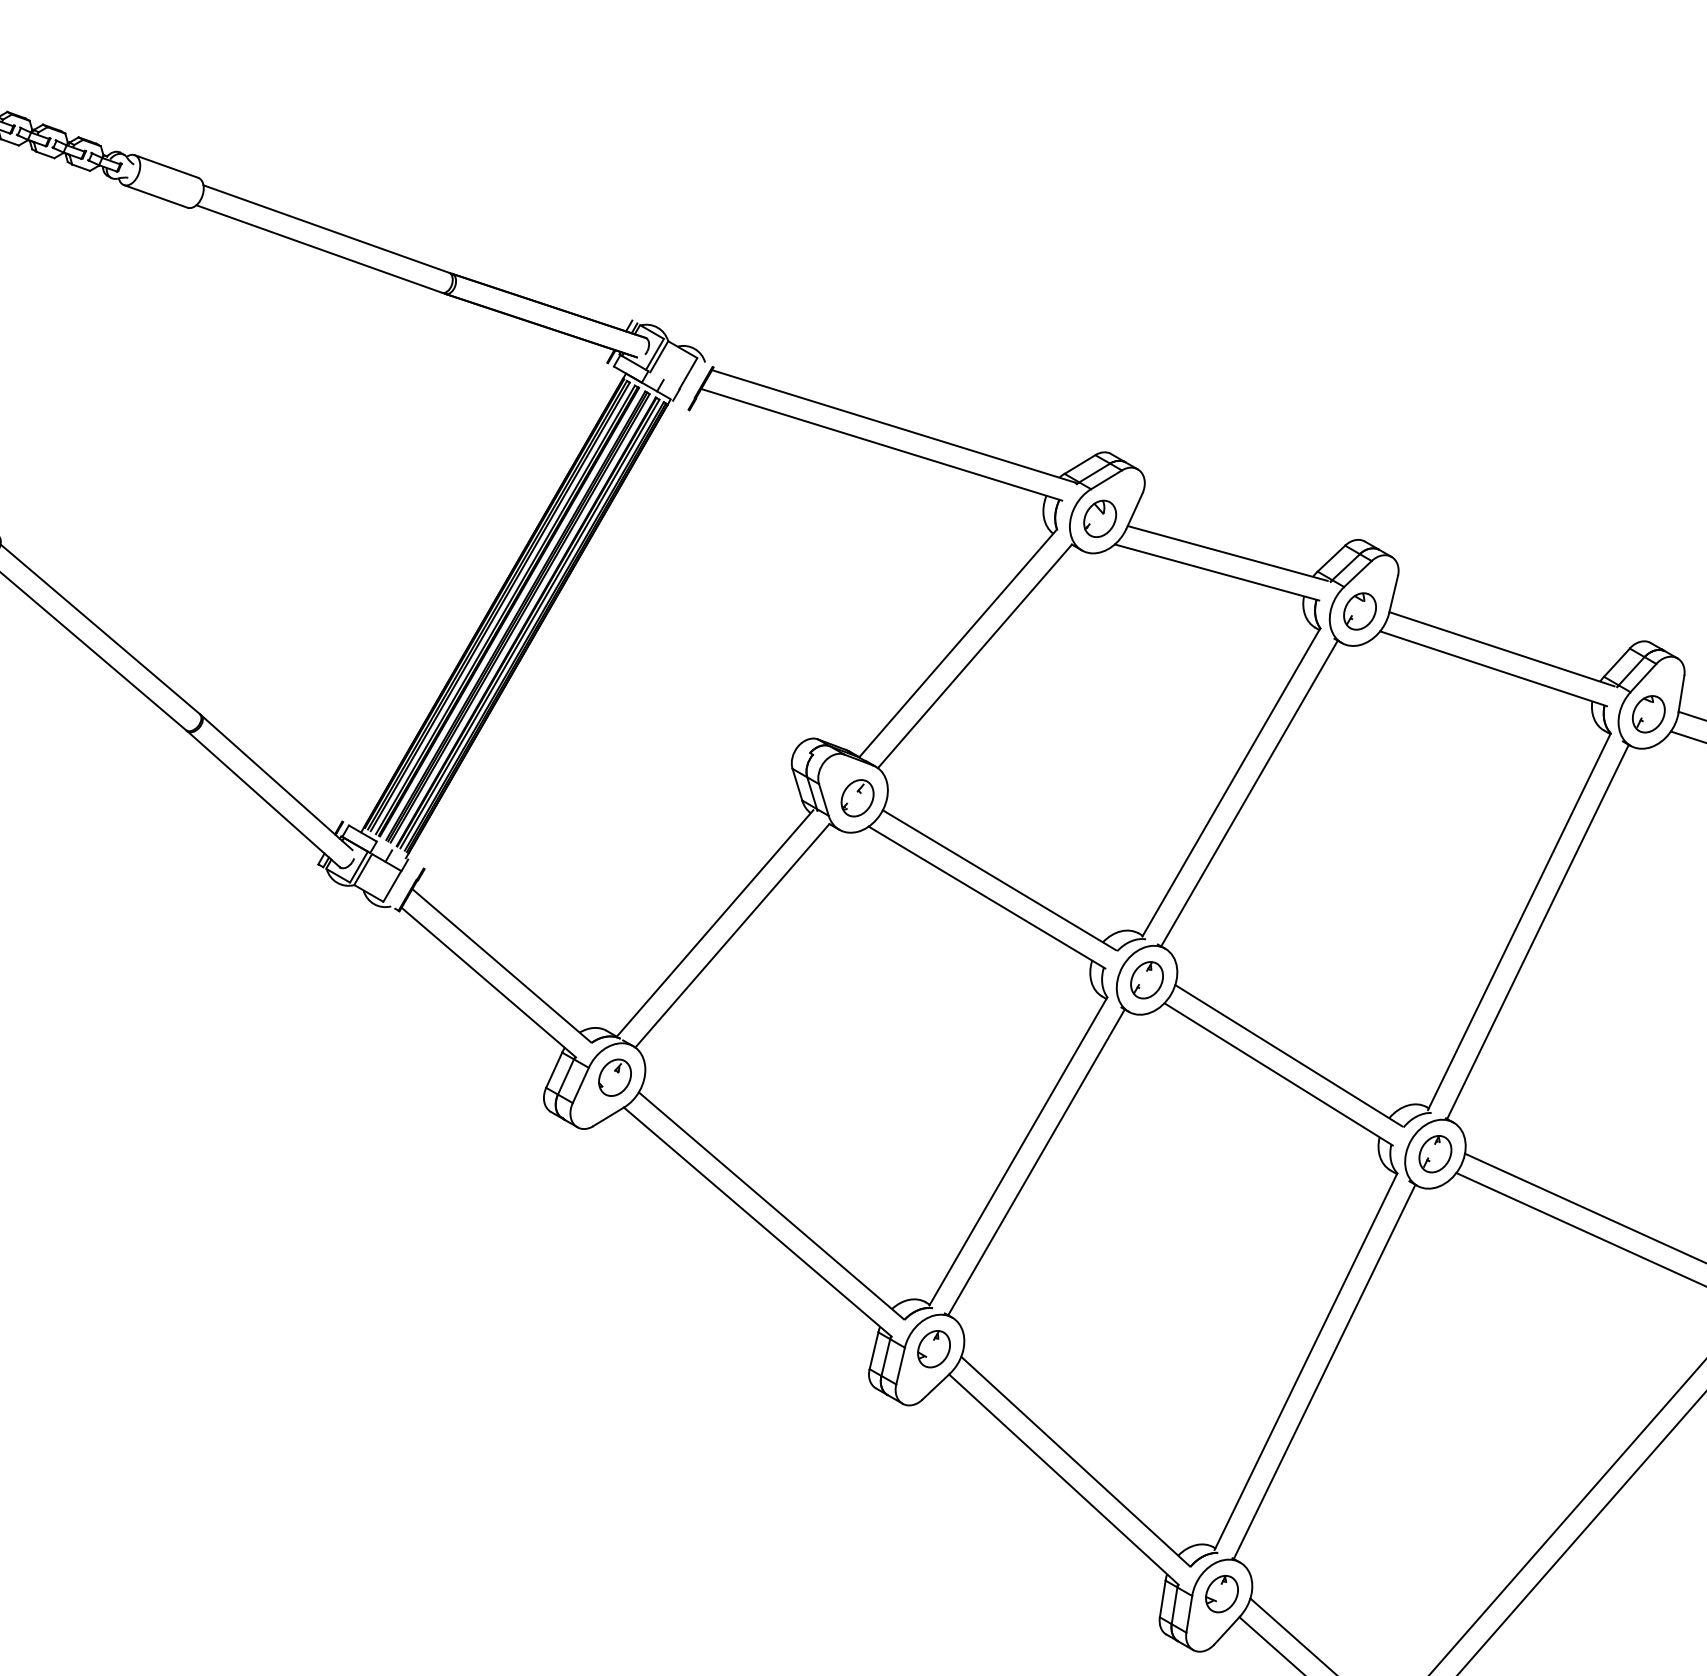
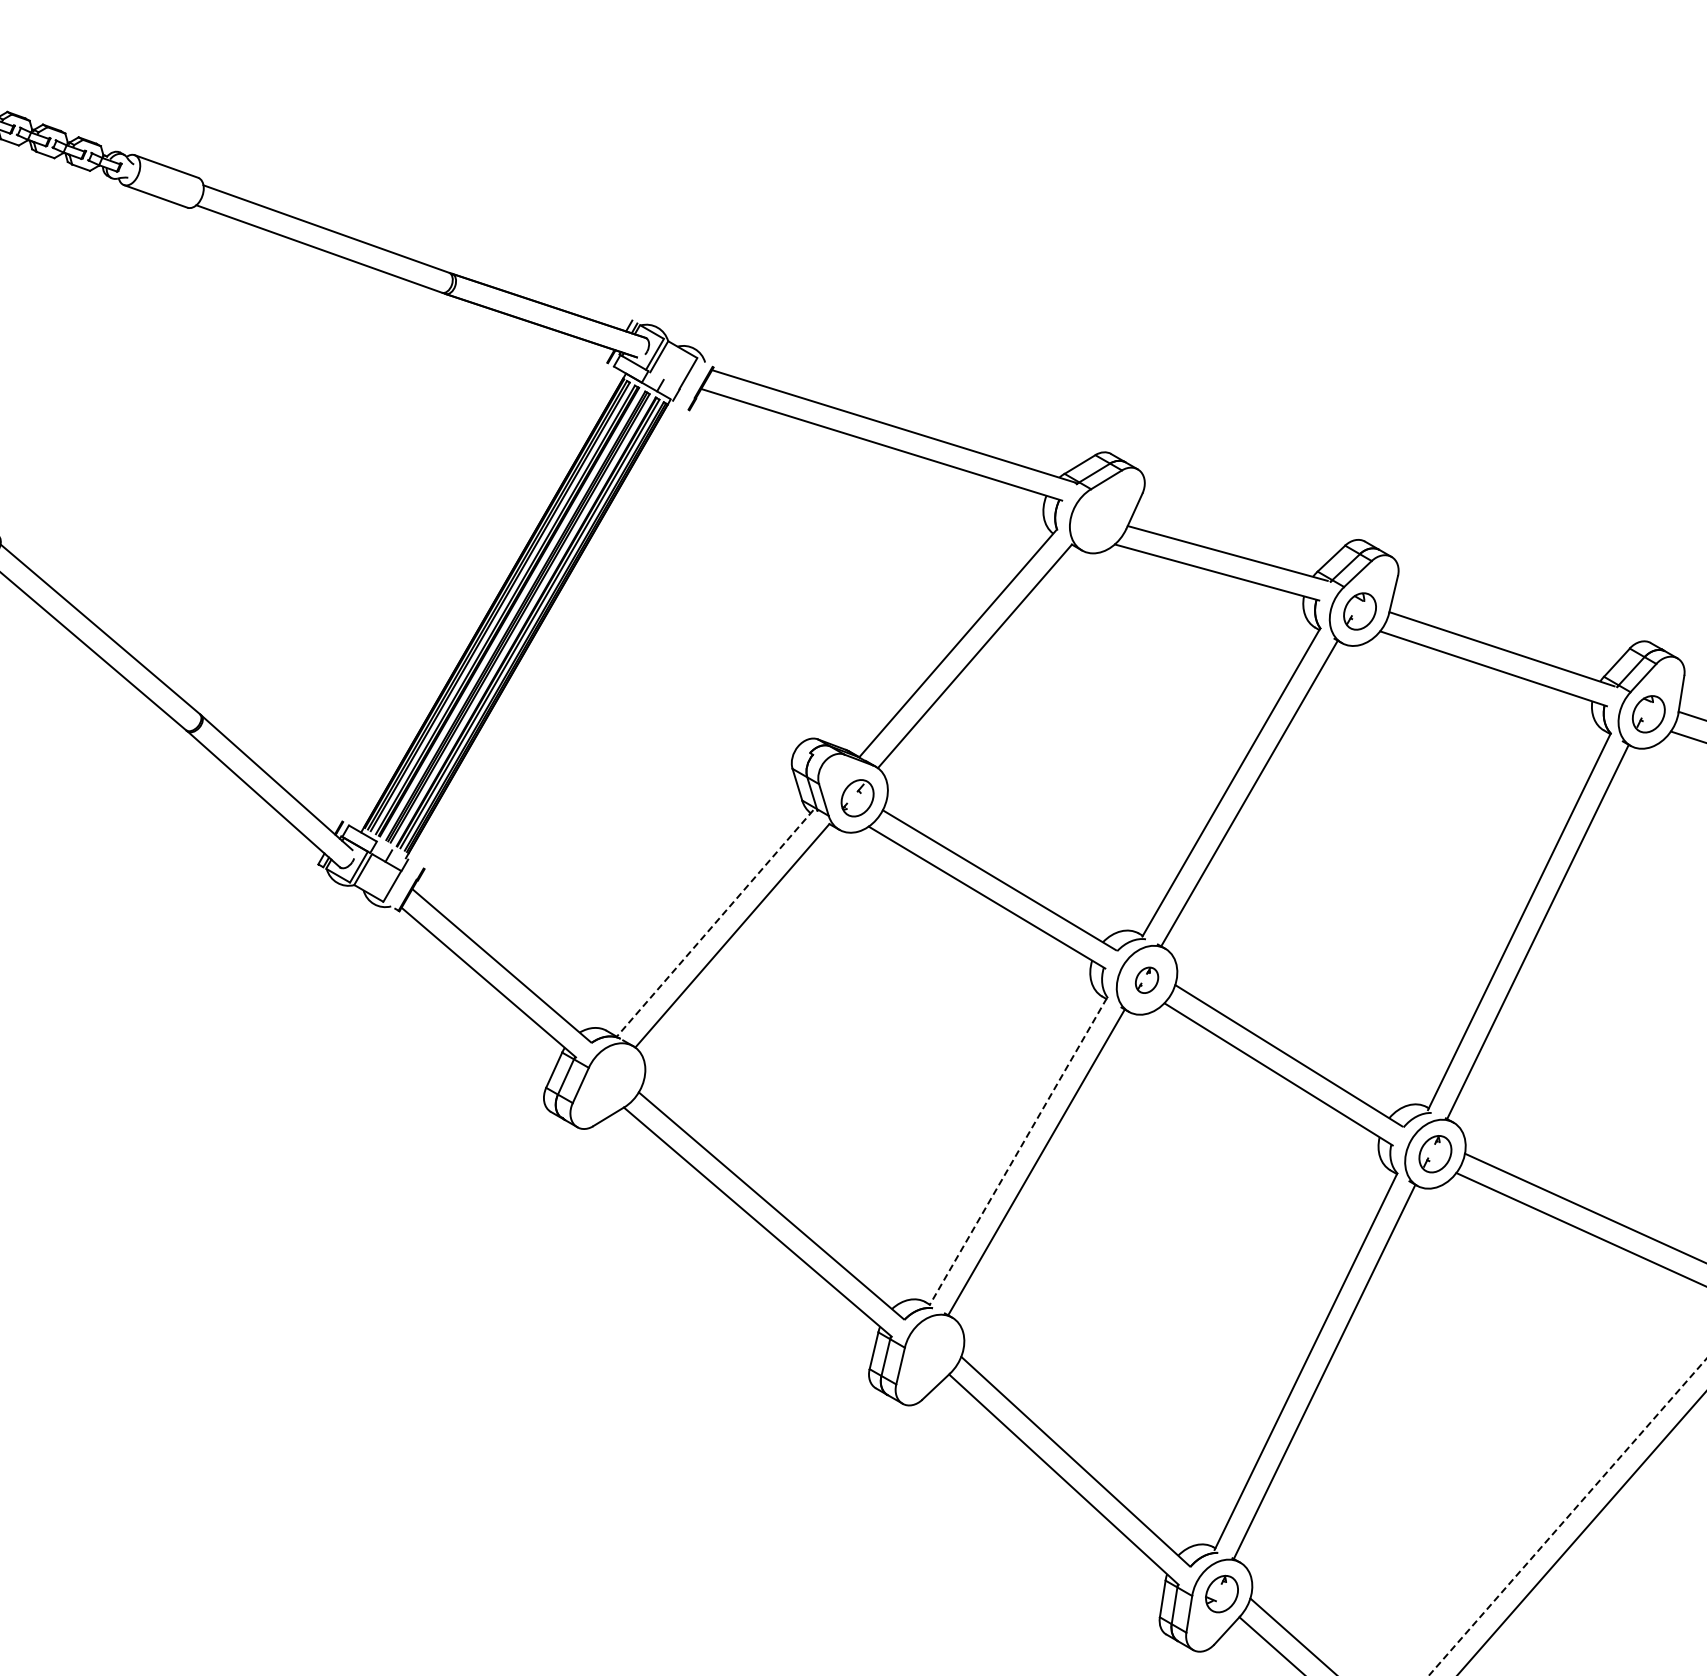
part at (1100, 518): present -> none
line at (715, 923): solid -> dashed
part at (1146, 980) size: 34x39 px -> 26x28 px
part at (614, 1077): present -> none
line at (1017, 1152): solid -> dashed
part at (933, 1349): present -> none
line at (1568, 1516): solid -> dashed
